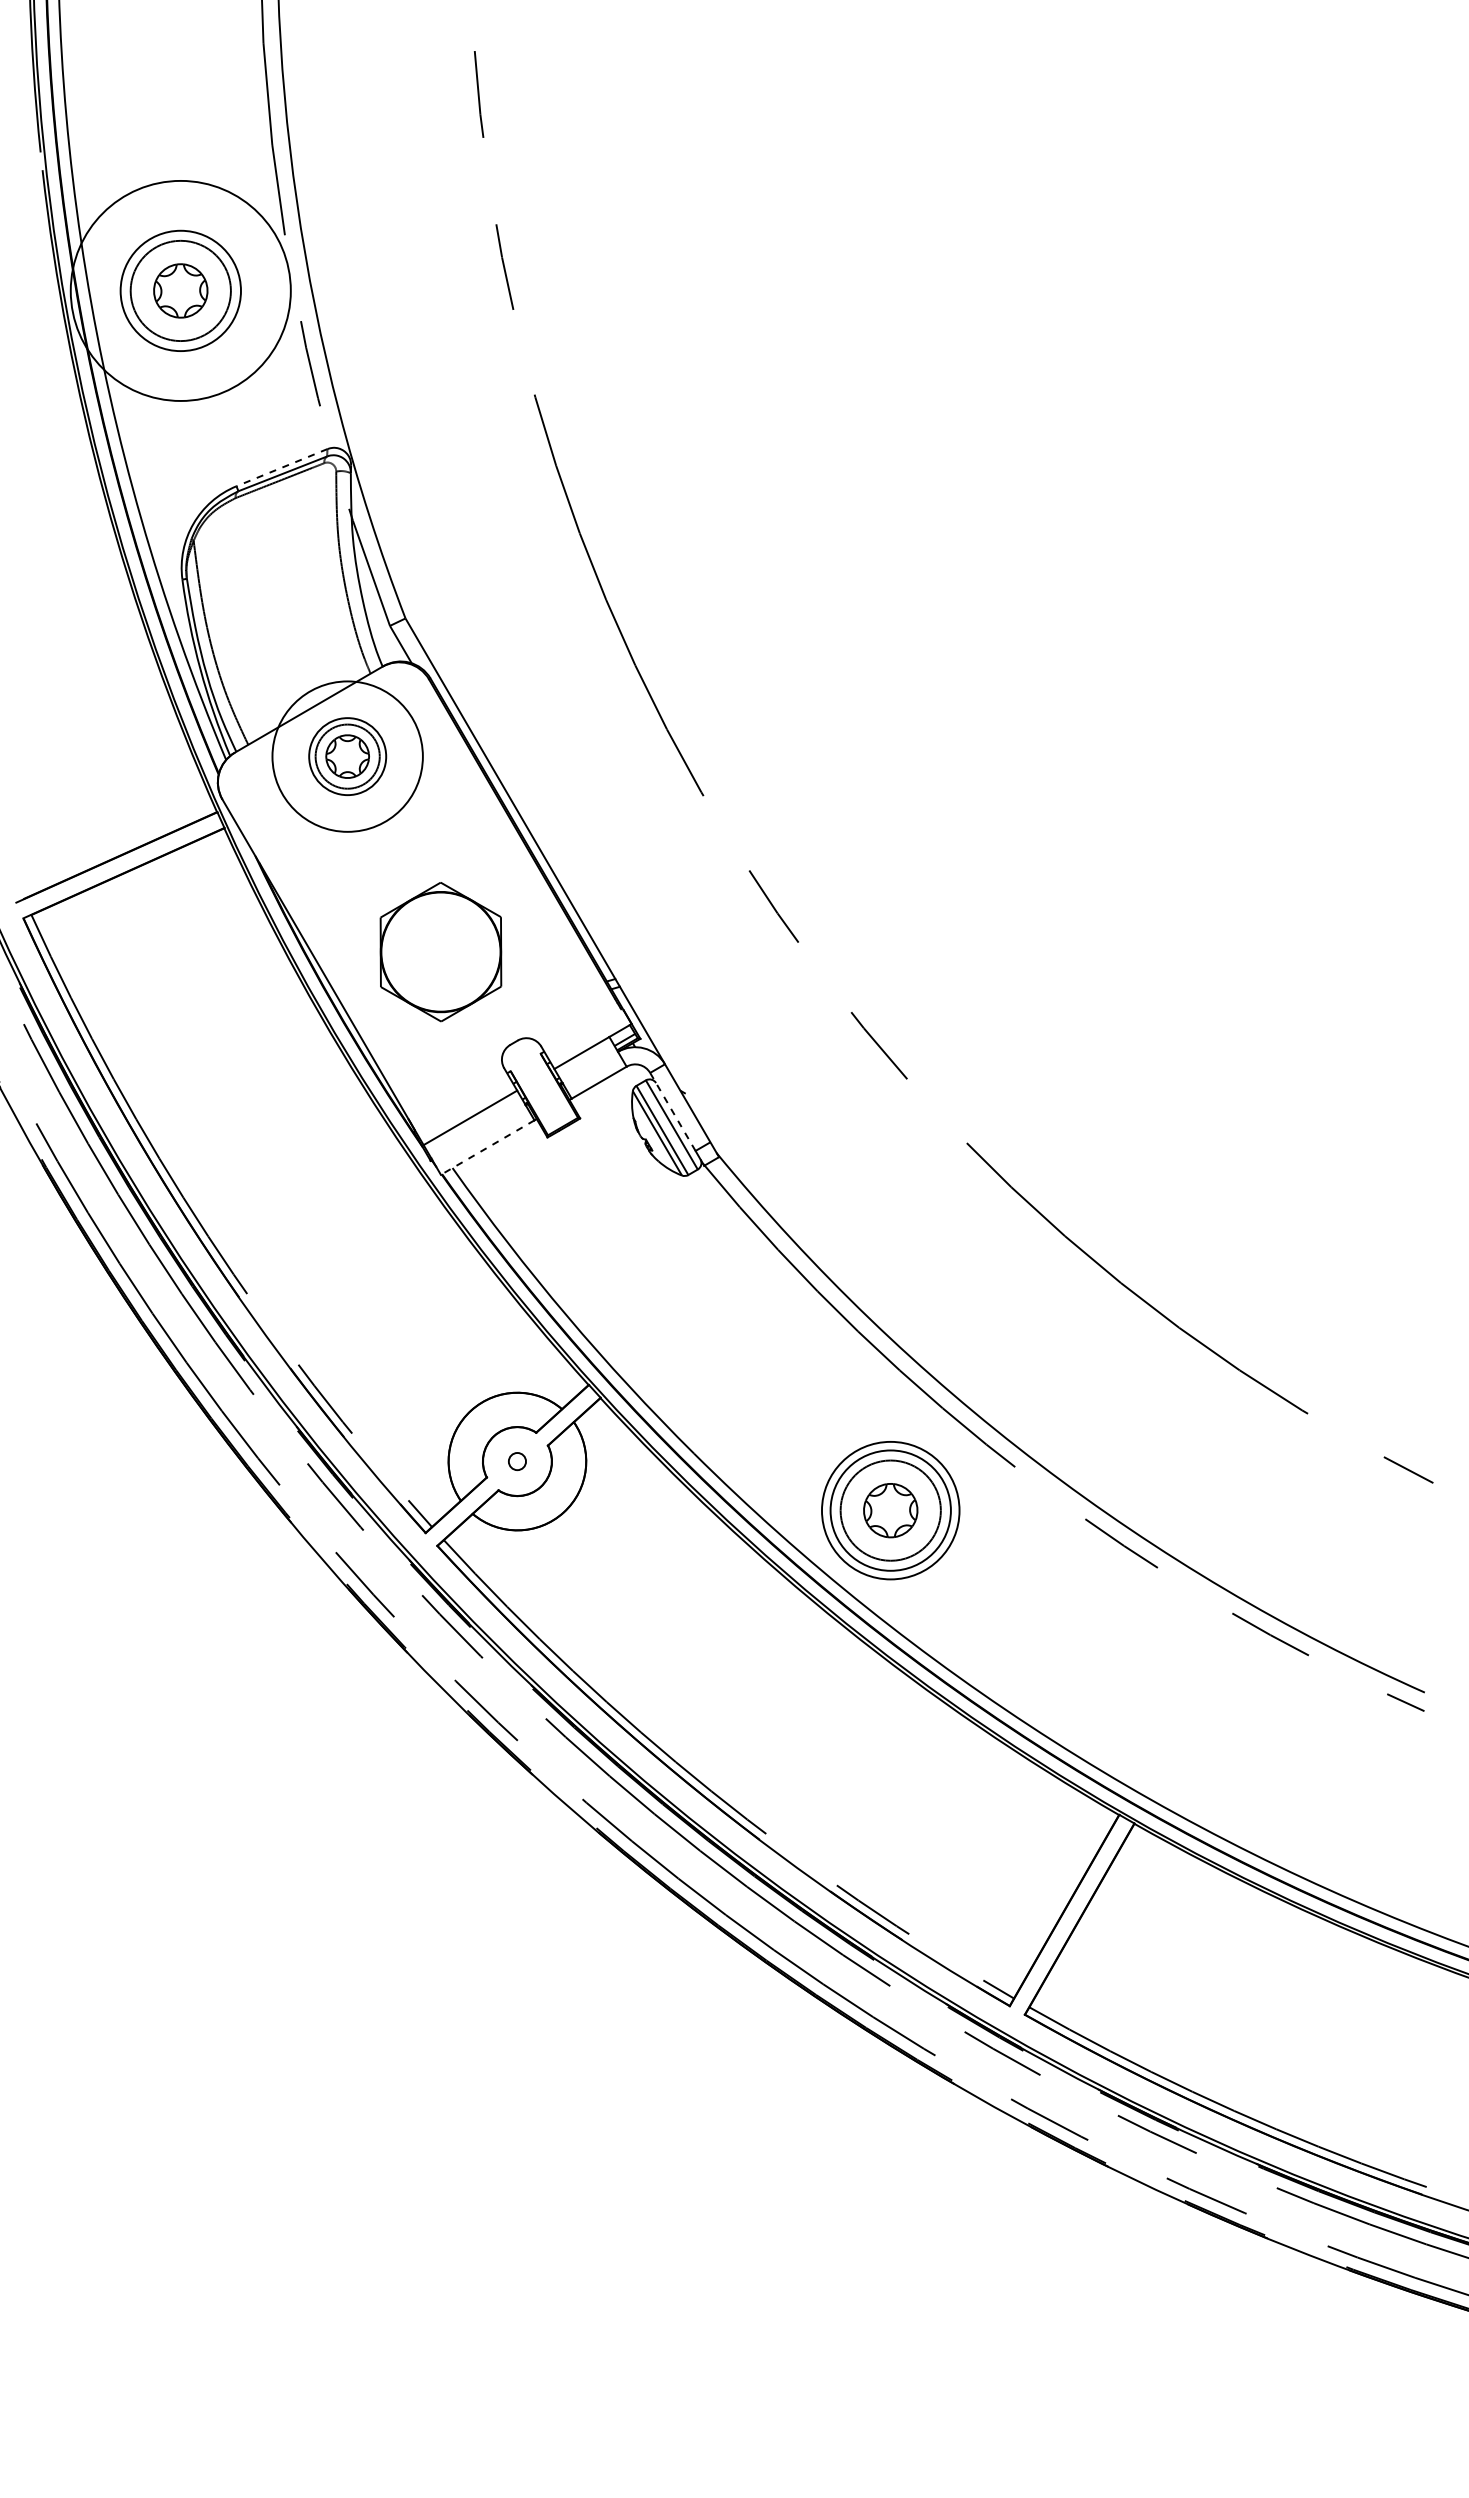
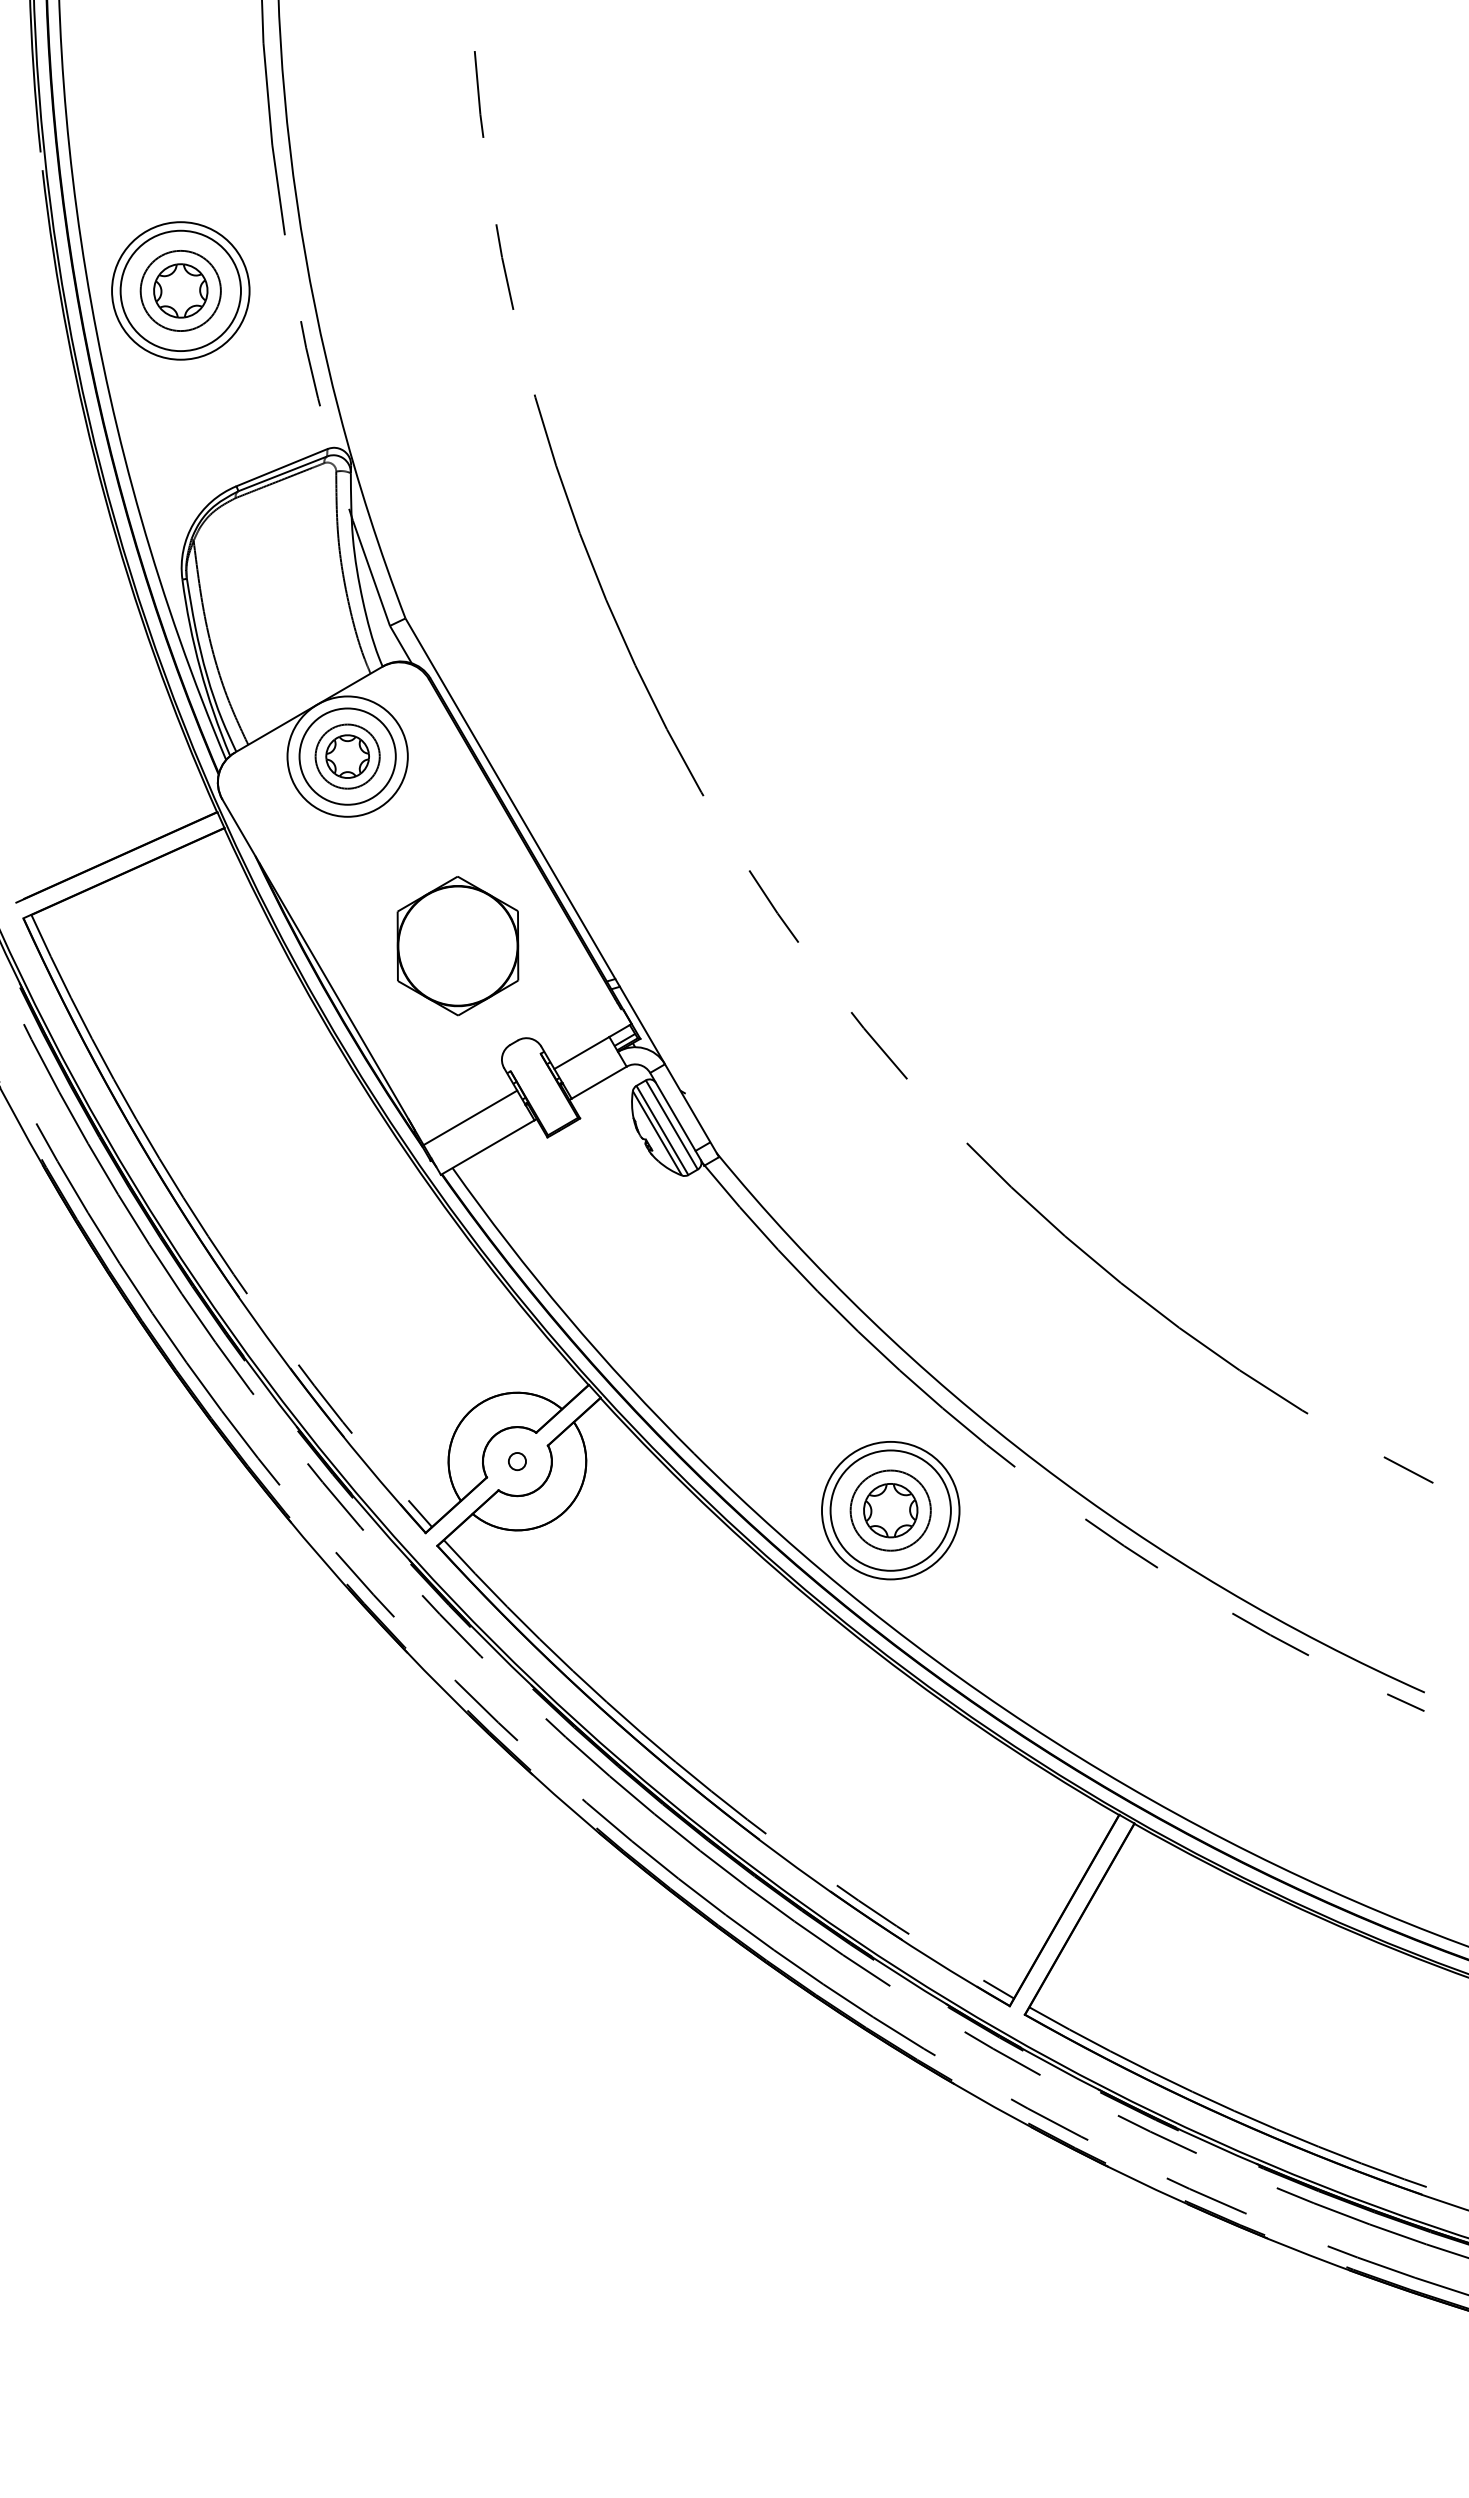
circle at (180, 290) diameter: 100 px -> 80 px
circle at (180, 290) diameter: 220 px -> 138 px
line at (281, 467): dashed -> solid
circle at (347, 756) diameter: 150 px -> 120 px
circle at (347, 756) diameter: 77 px -> 96 px
part at (440, 952) position: (440, 952) -> (457, 946)
line at (673, 1112): dashed -> solid
line at (487, 1147): dashed -> solid
circle at (890, 1510) diameter: 100 px -> 80 px
